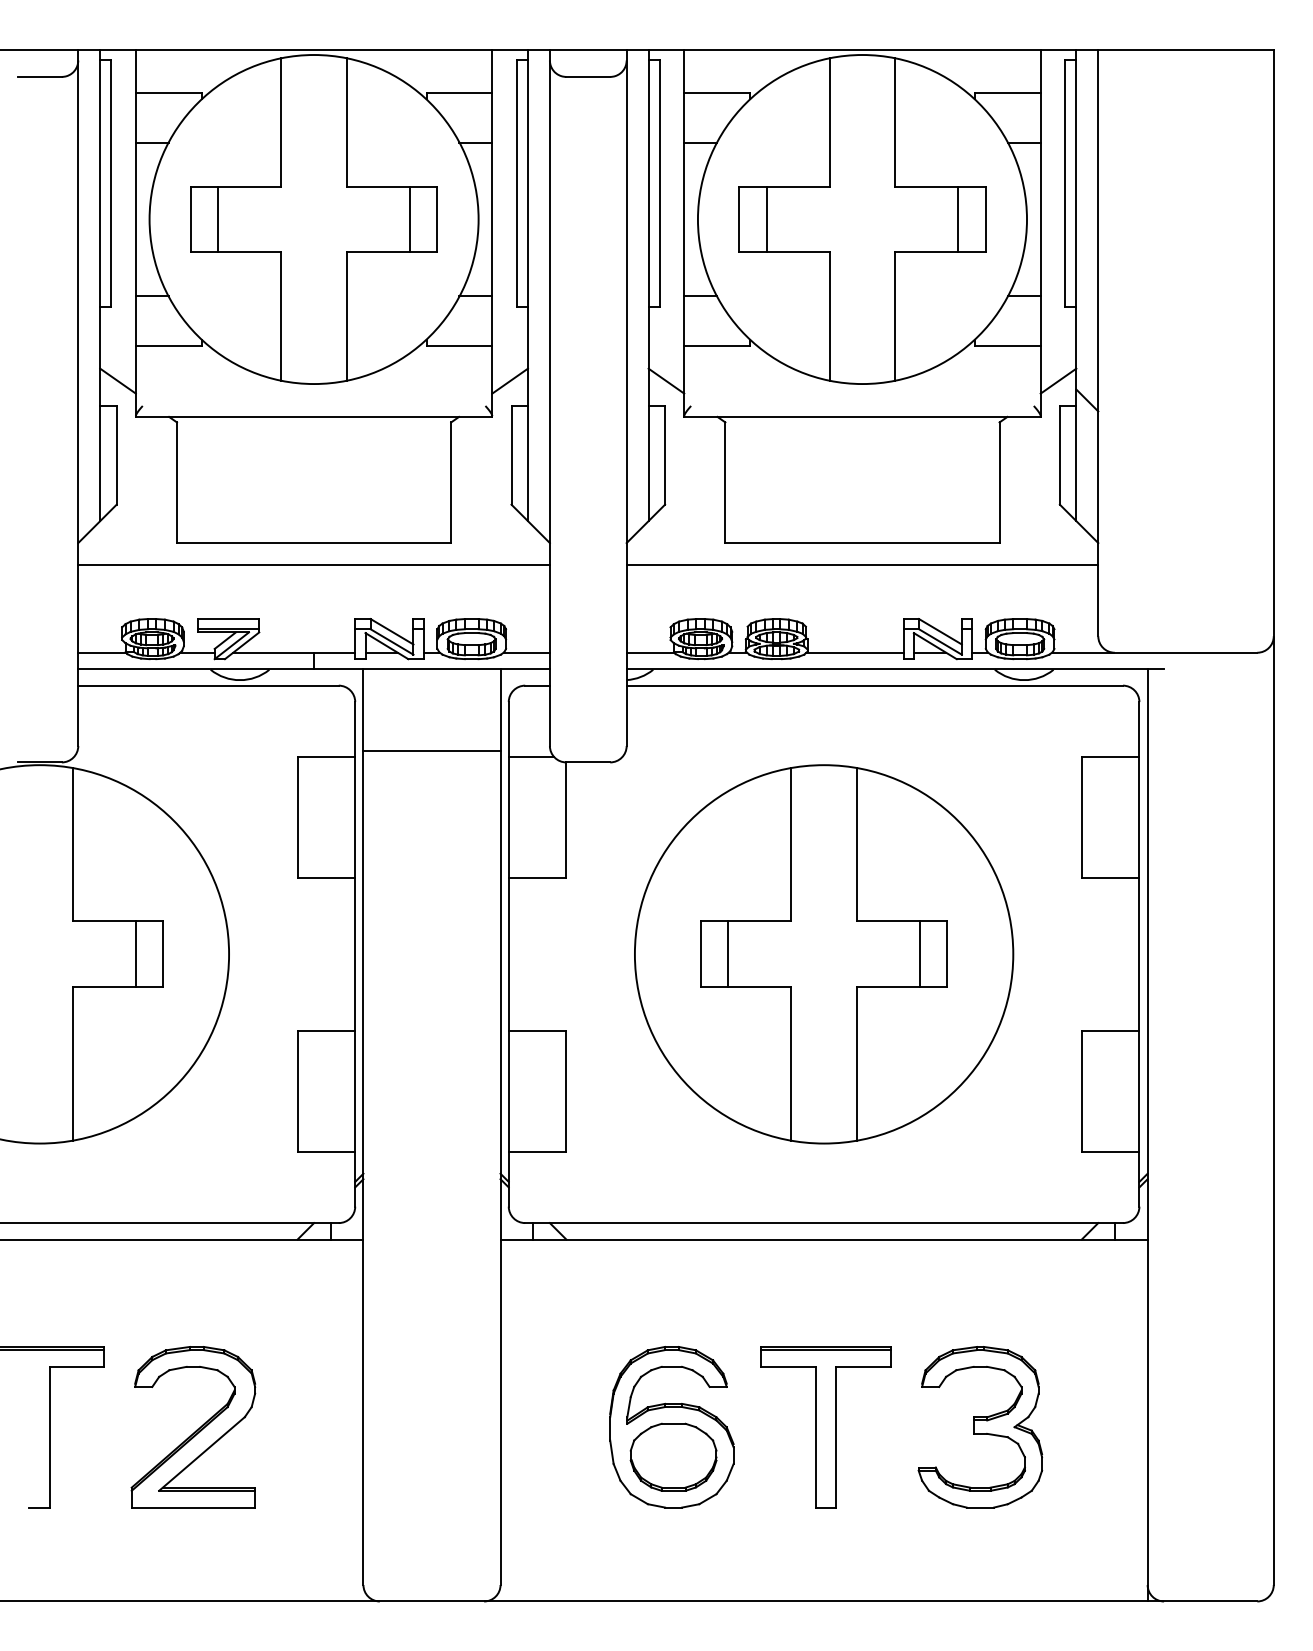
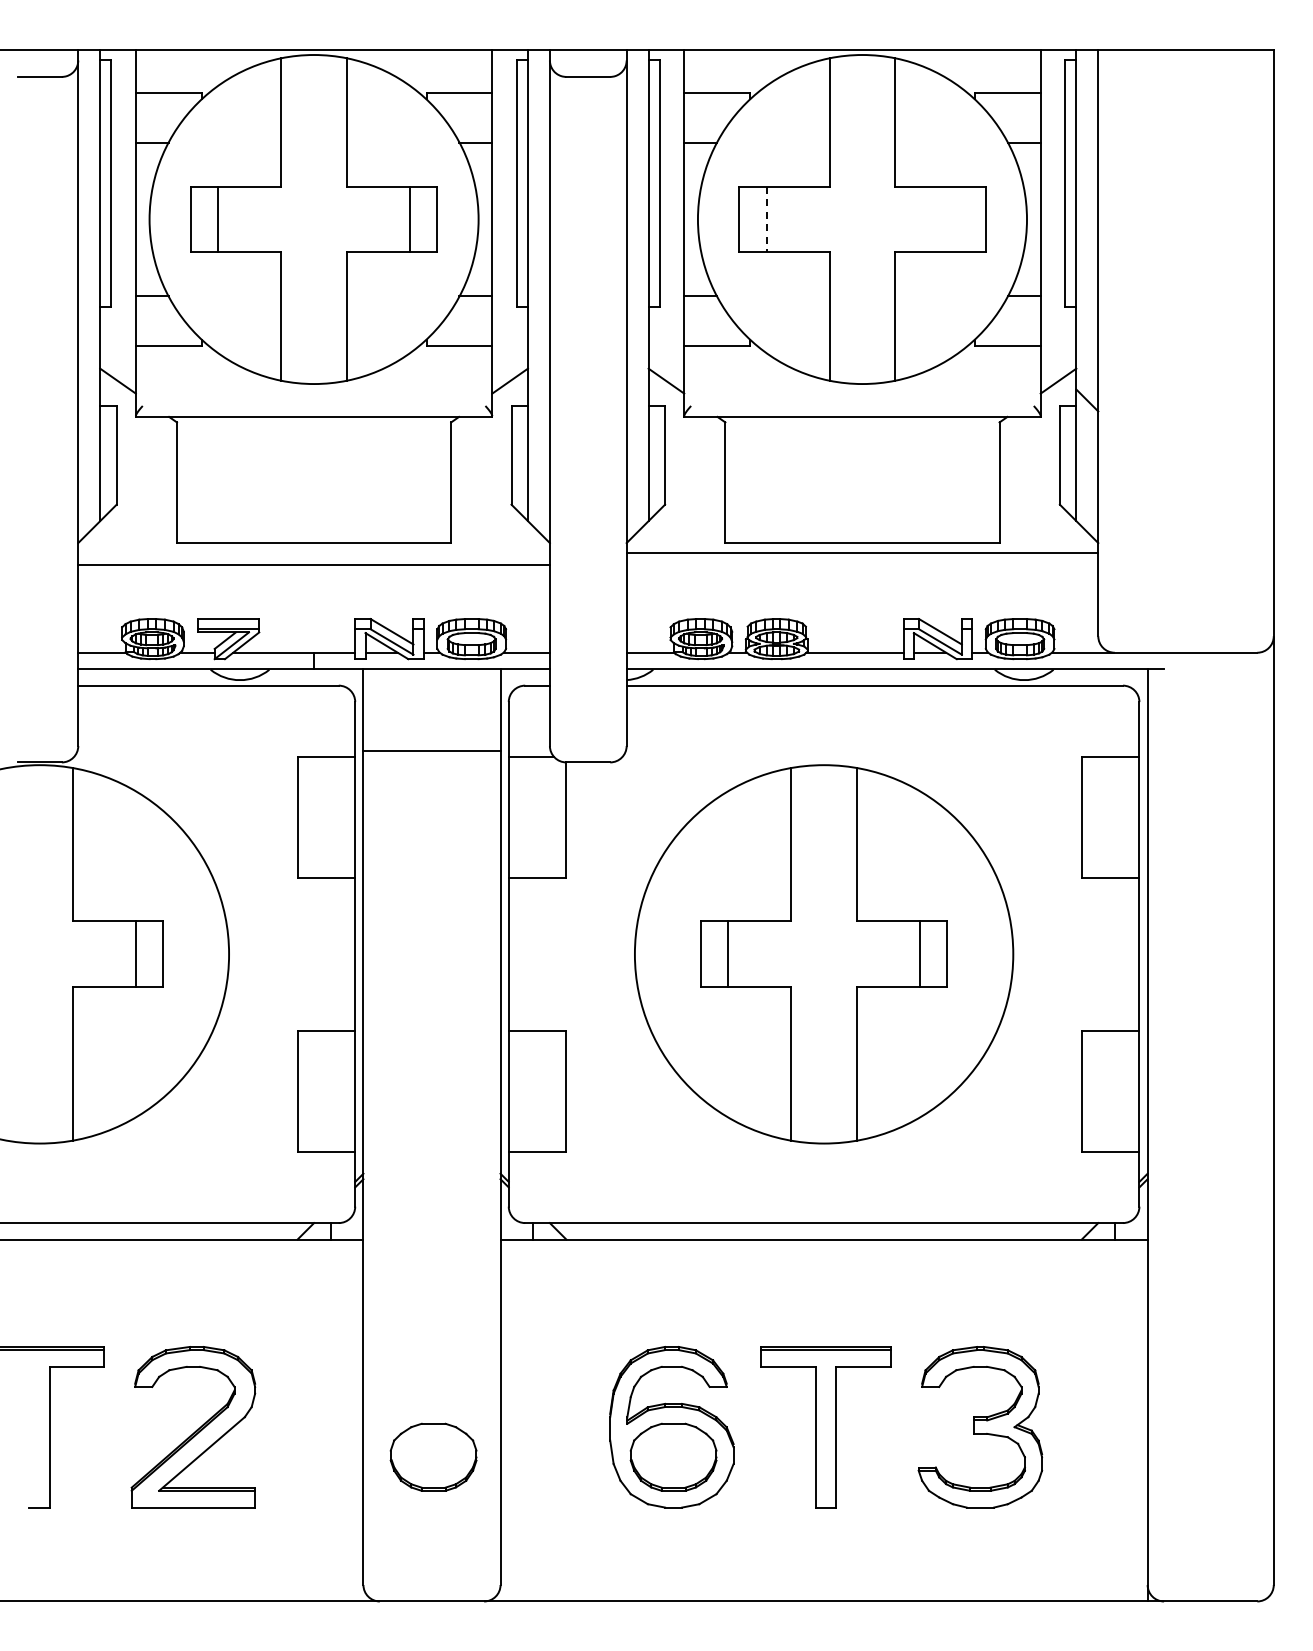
line at (766, 219): solid -> dashed
line at (958, 219): present -> none
line at (862, 565) position: (862, 565) -> (862, 553)
part at (433, 1456): none -> present
